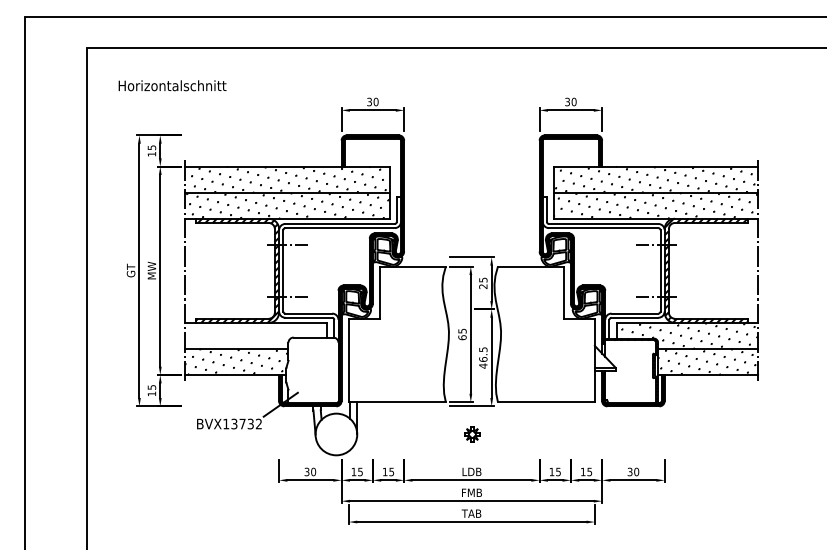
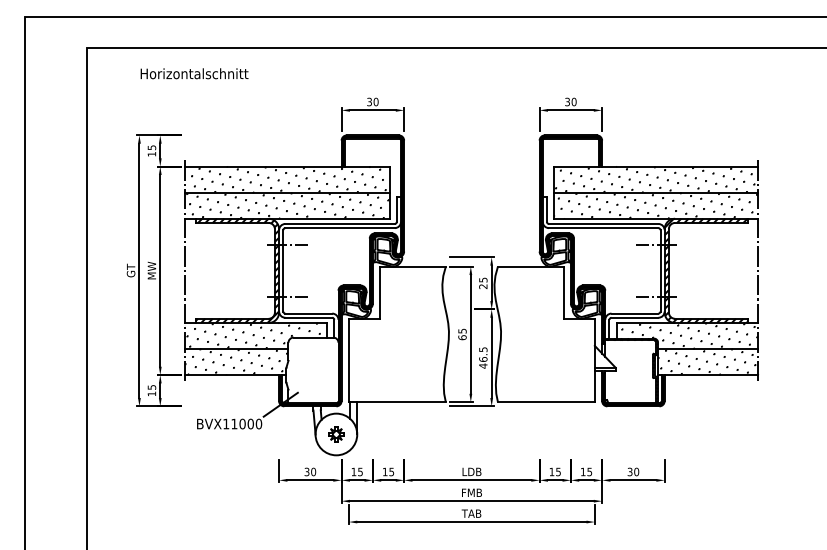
text at (172, 85) position: (172, 85) -> (194, 73)
hatch at (256, 335): none -> present
text at (246, 423): BVX13732 -> BVX11000
part at (472, 434) position: (472, 434) -> (336, 434)
